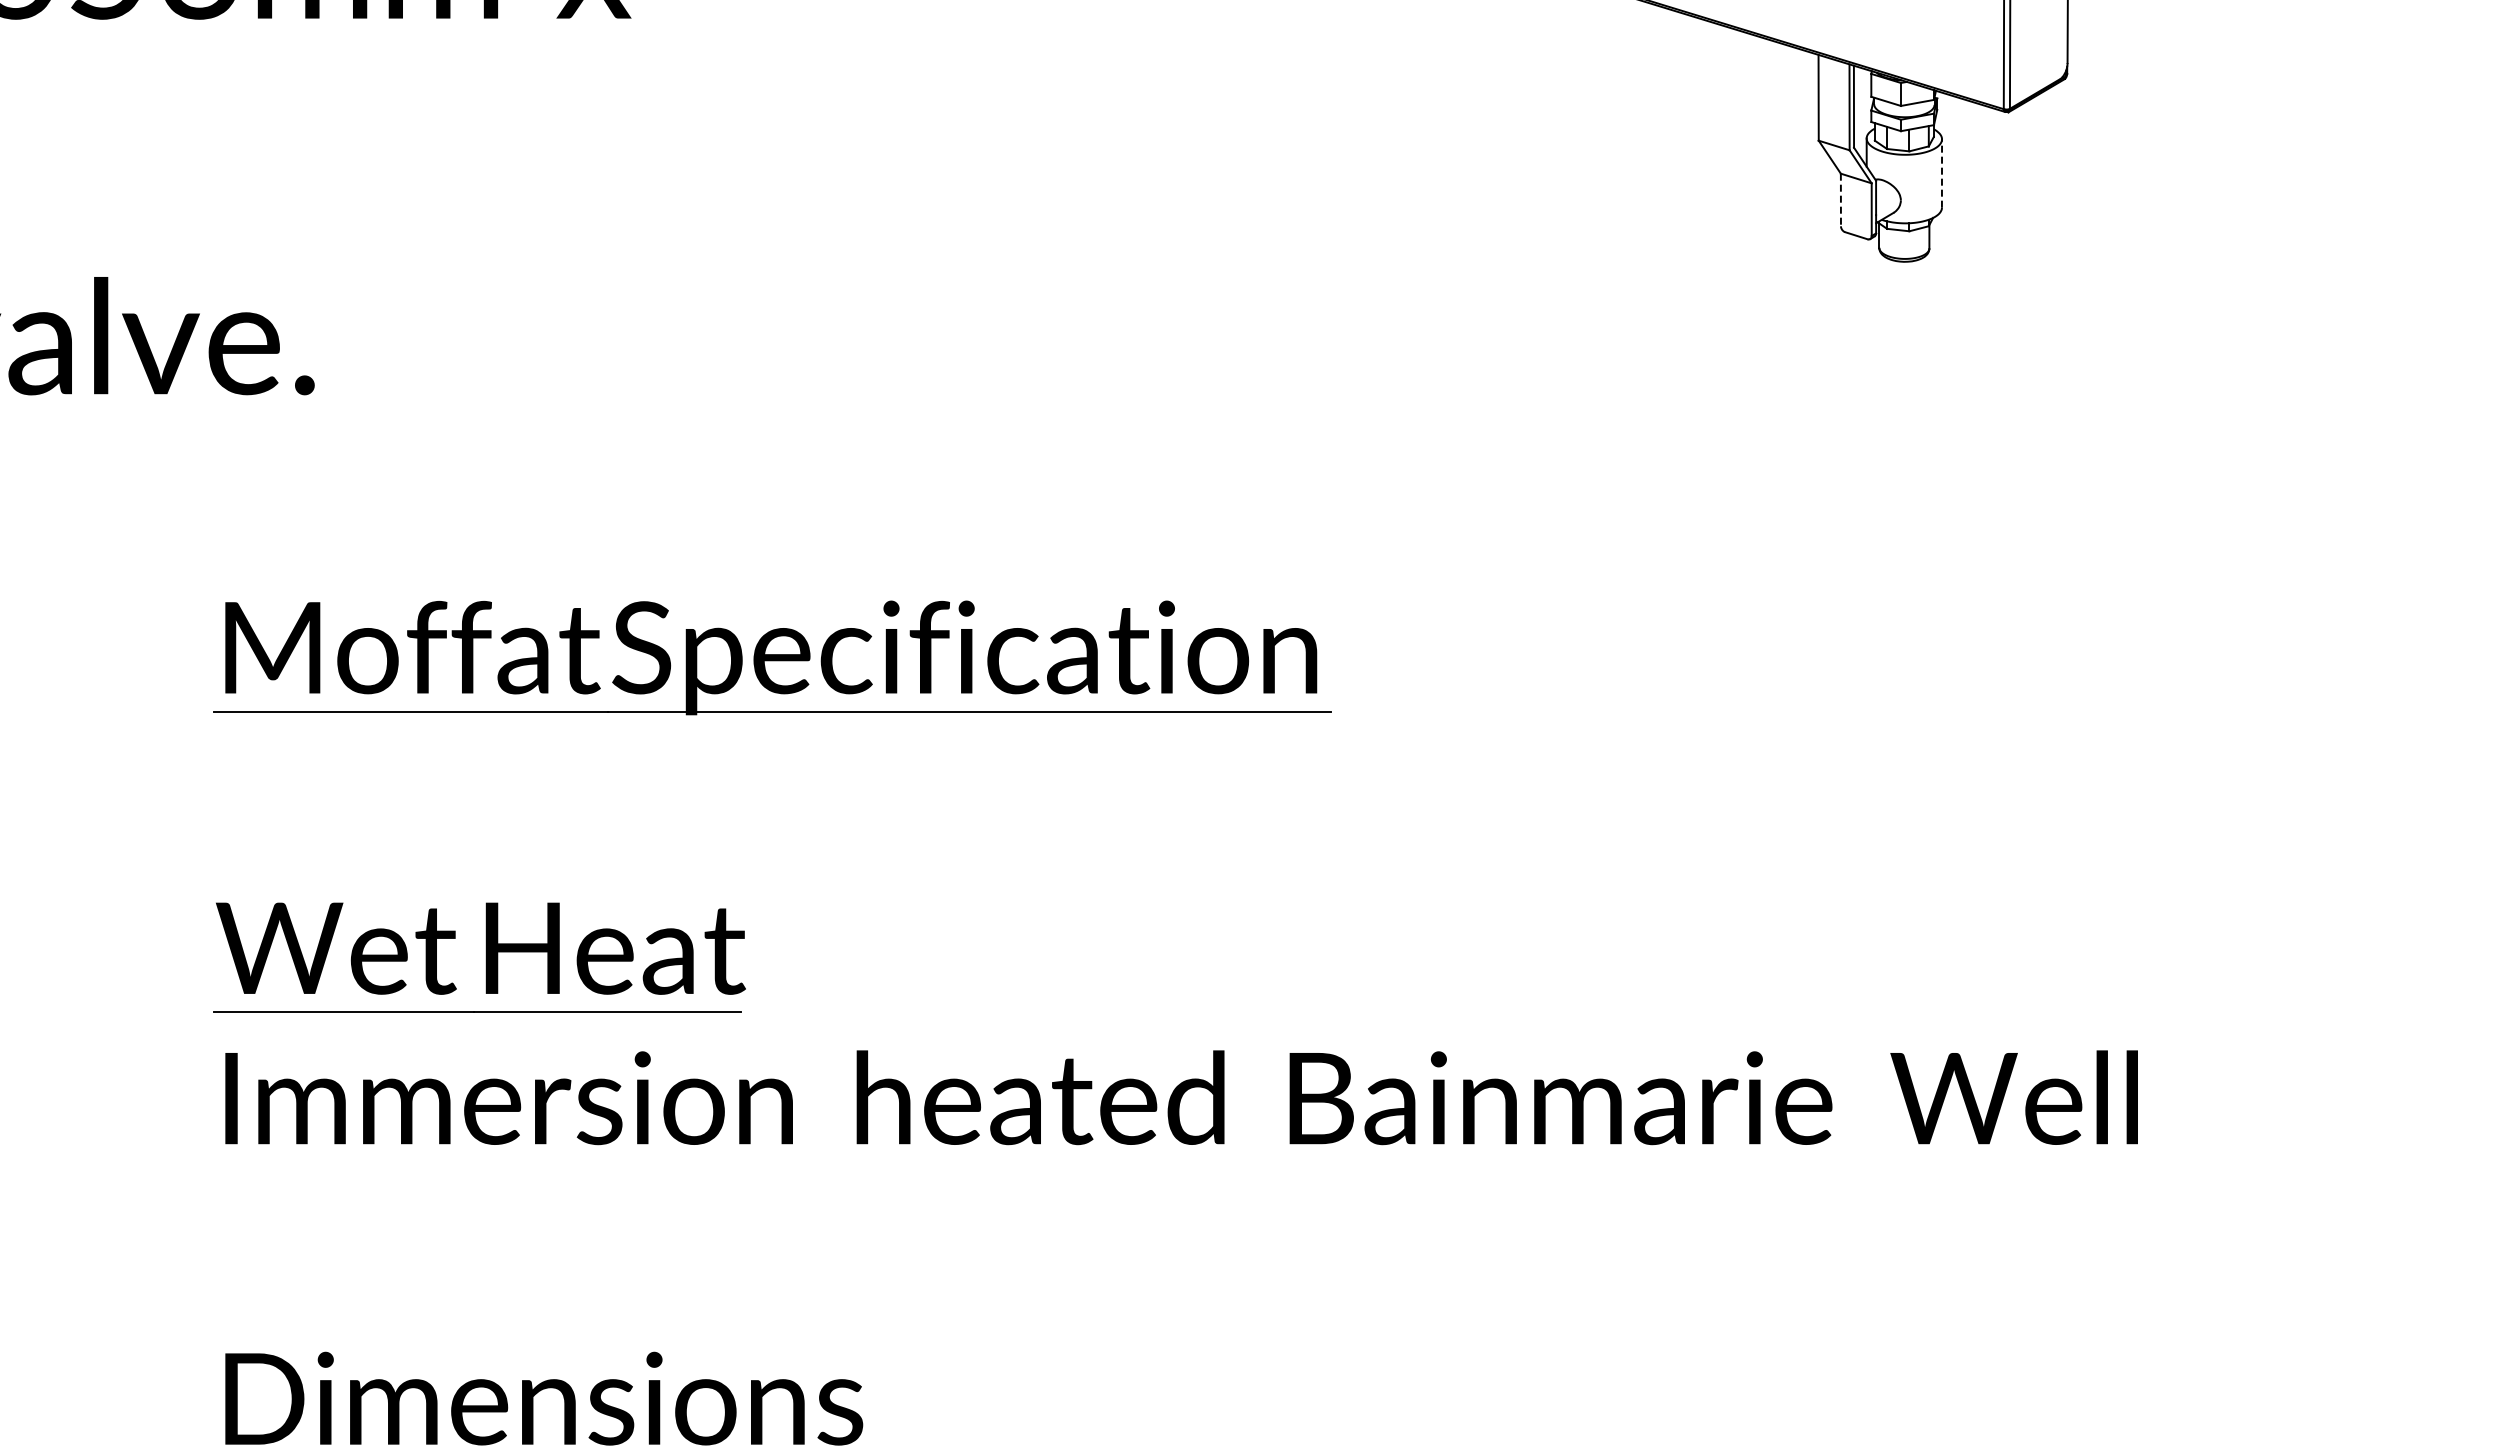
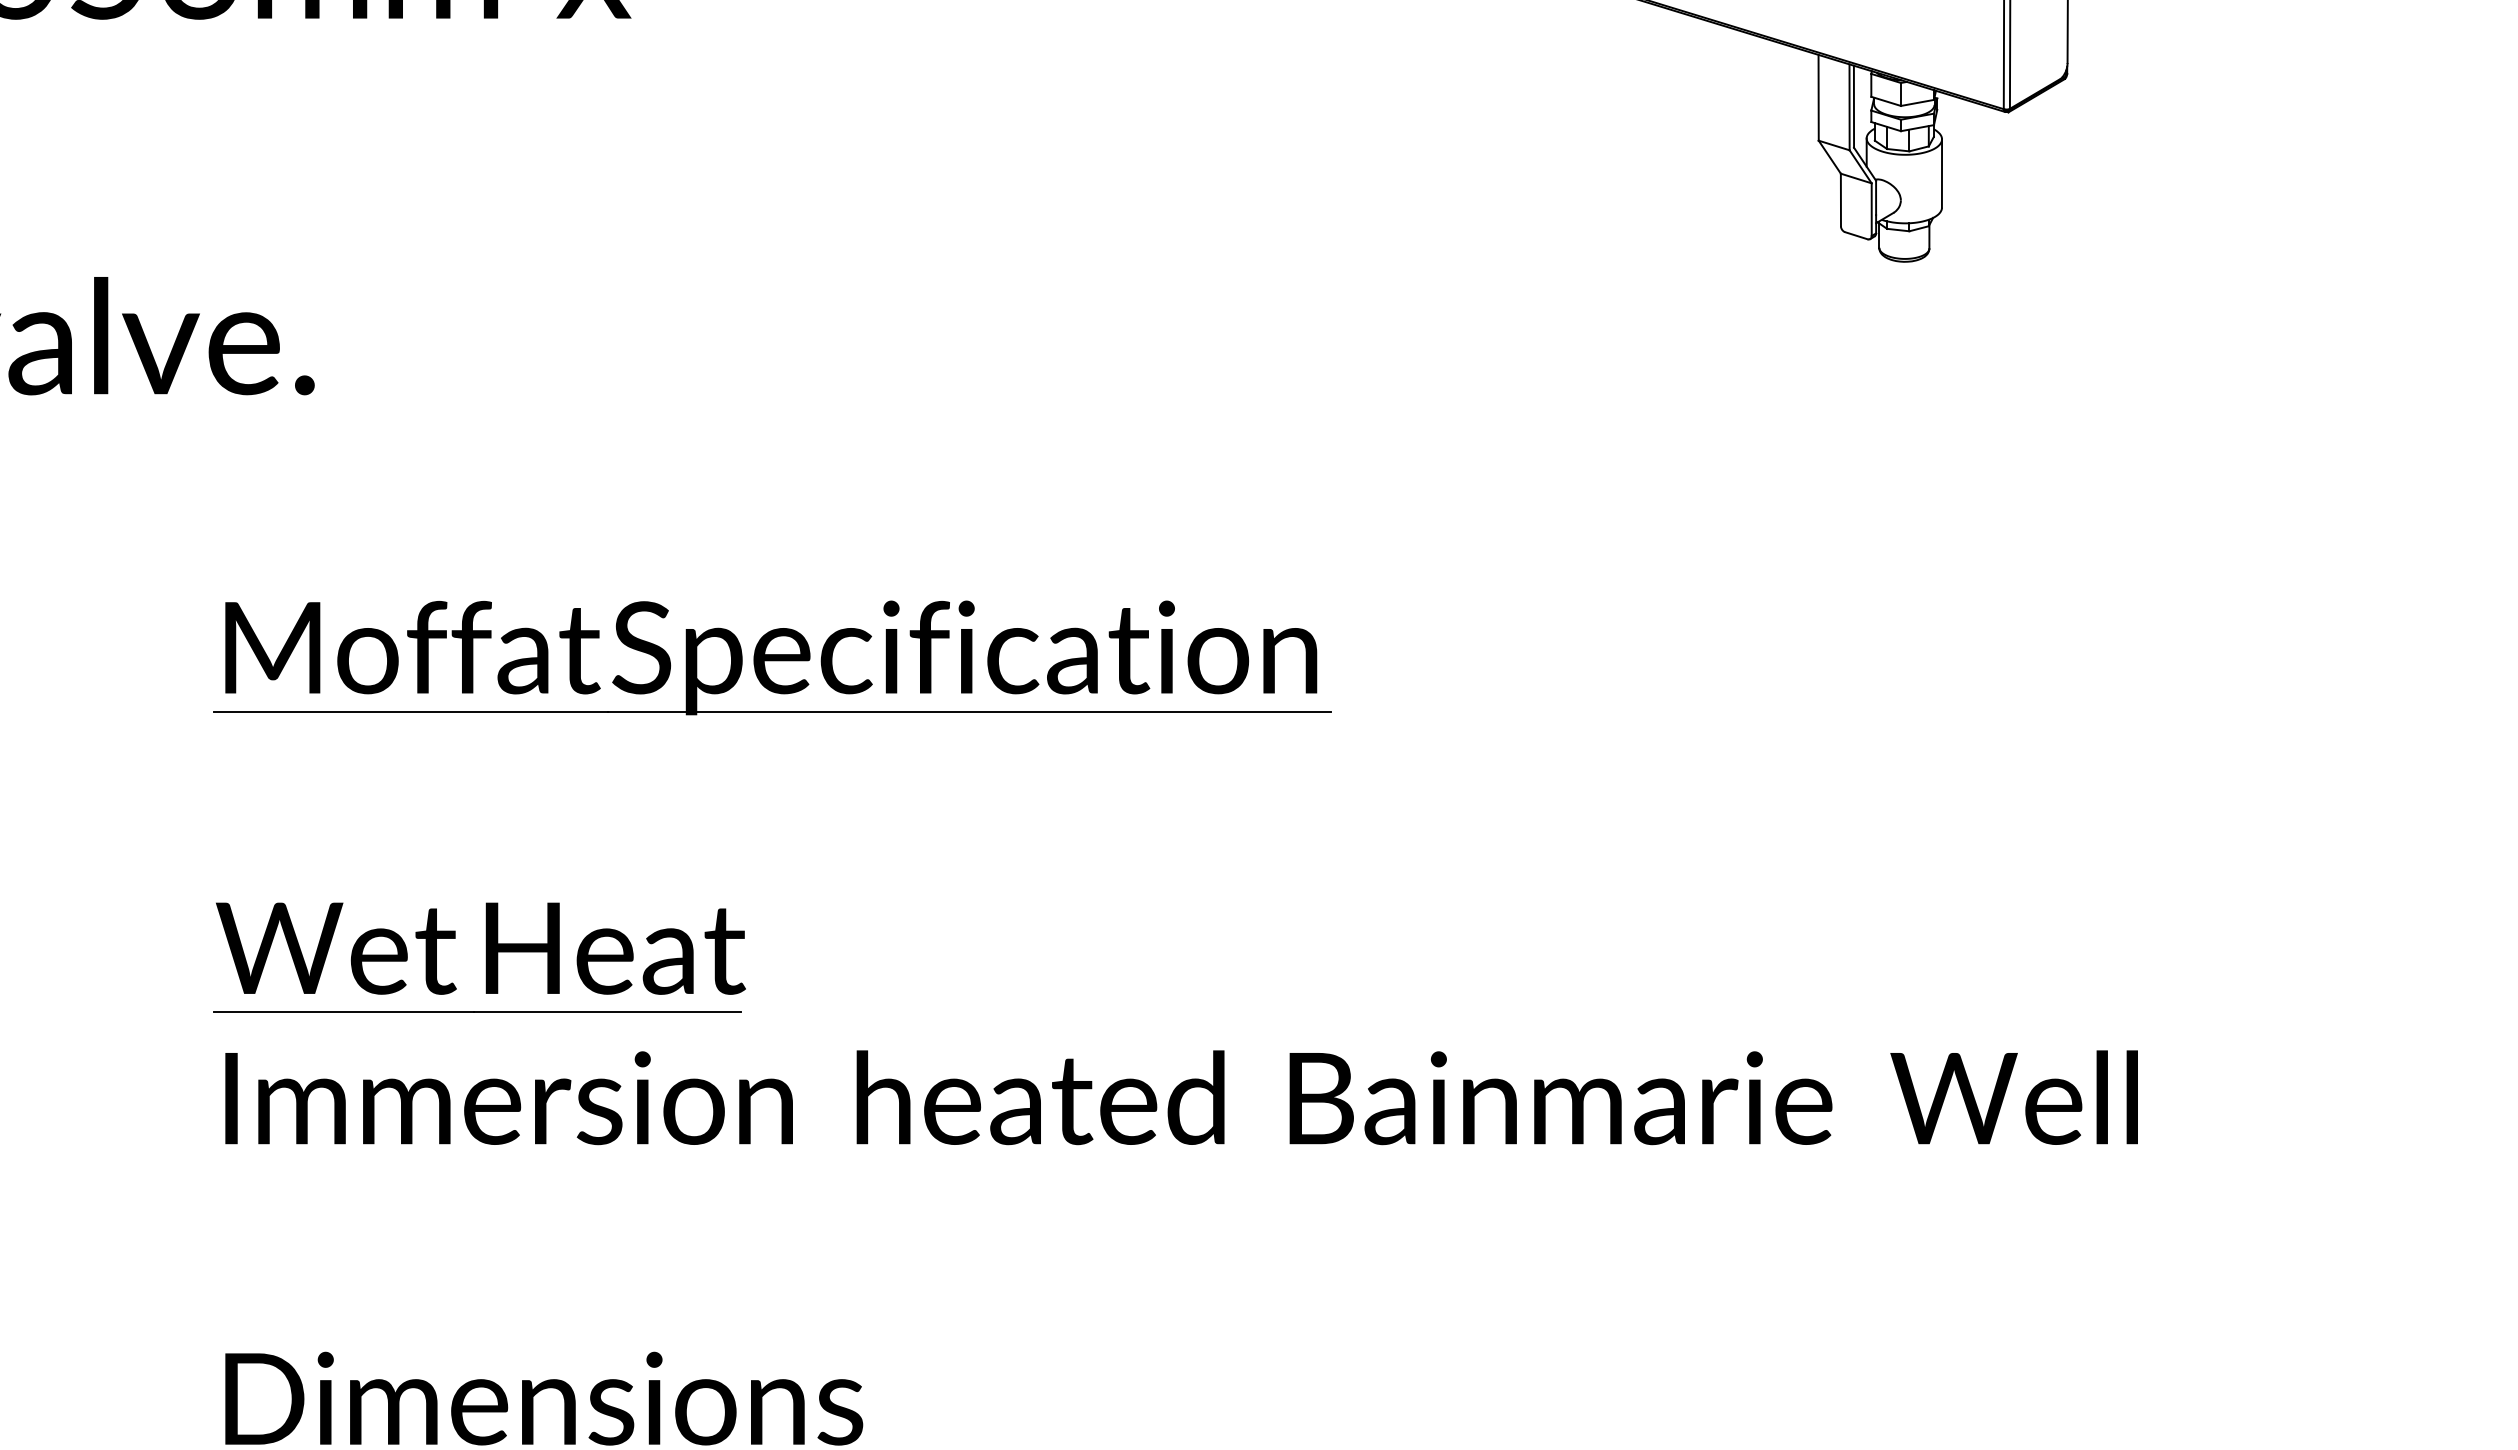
line at (1941, 172): dashed -> solid
line at (1840, 200): dashed -> solid
